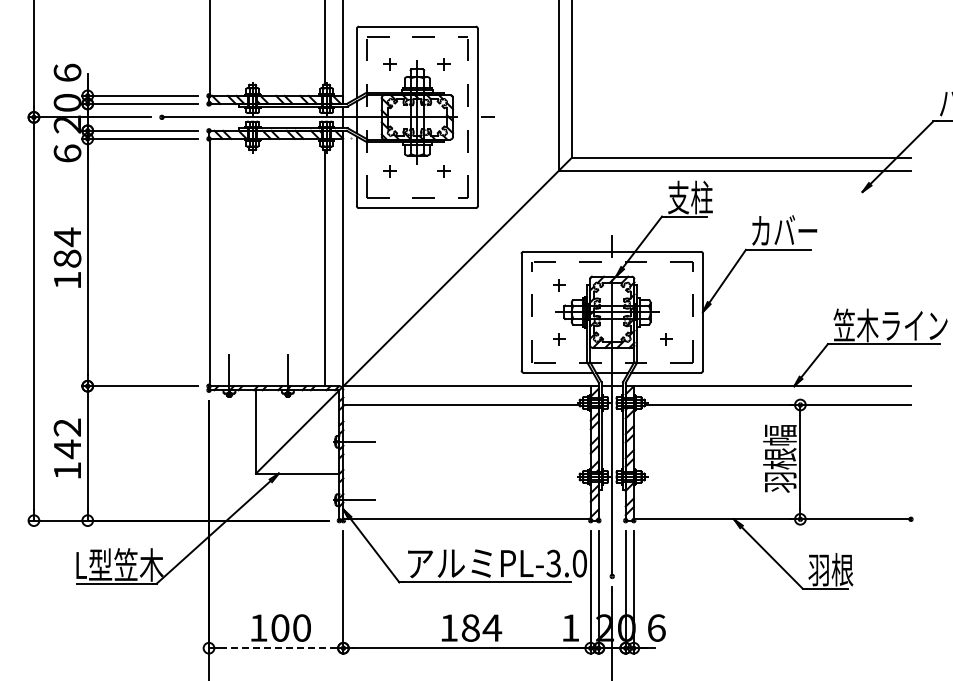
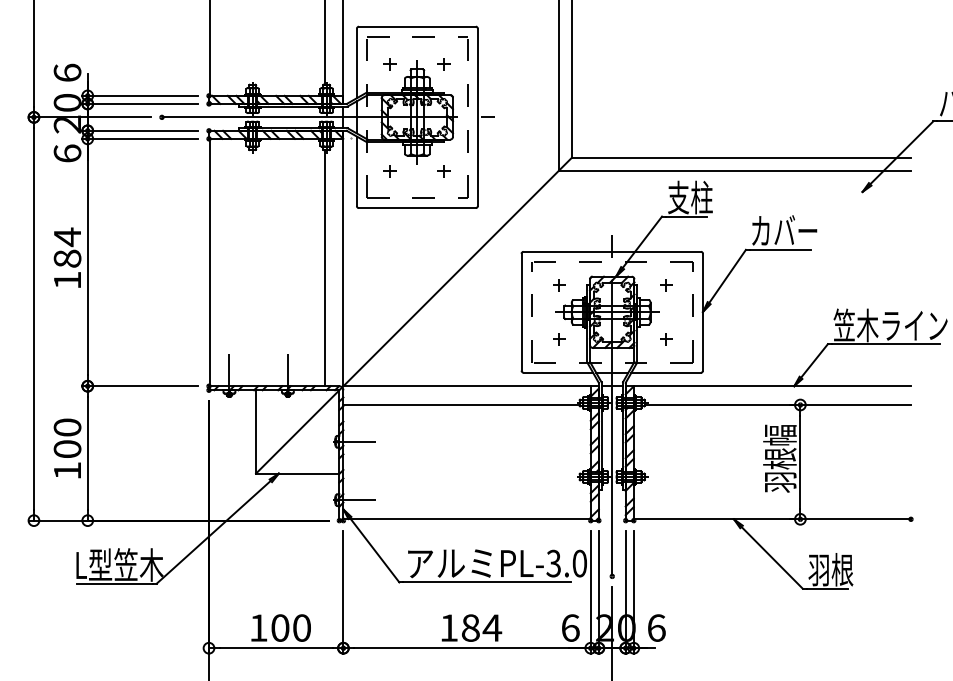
part at (666, 285): none -> present
text at (67, 438): 142 -> 100
text at (570, 627): 1 -> 6
line at (276, 648): dashed -> solid
